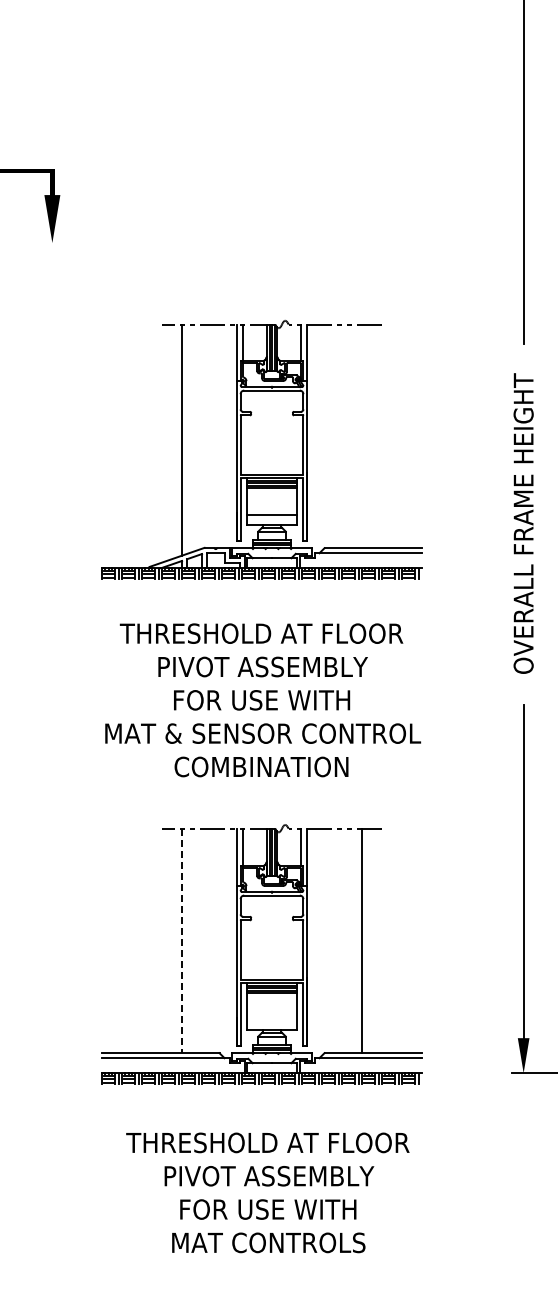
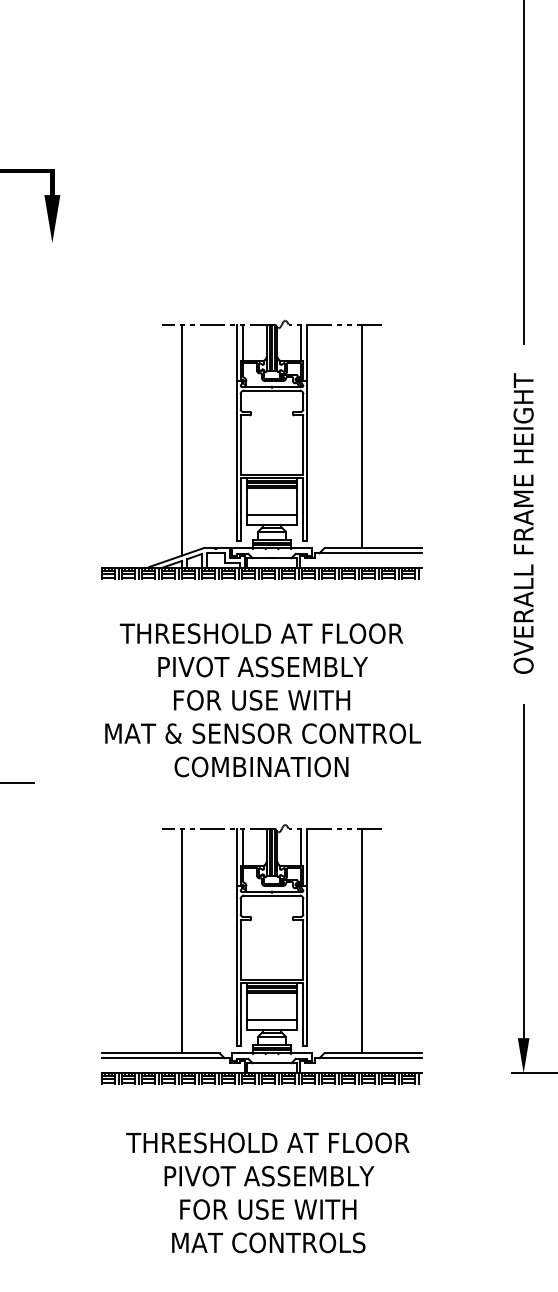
line at (362, 436): none -> present
line at (18, 782): none -> present
line at (182, 941): dashed -> solid
line at (272, 1020): none -> present
